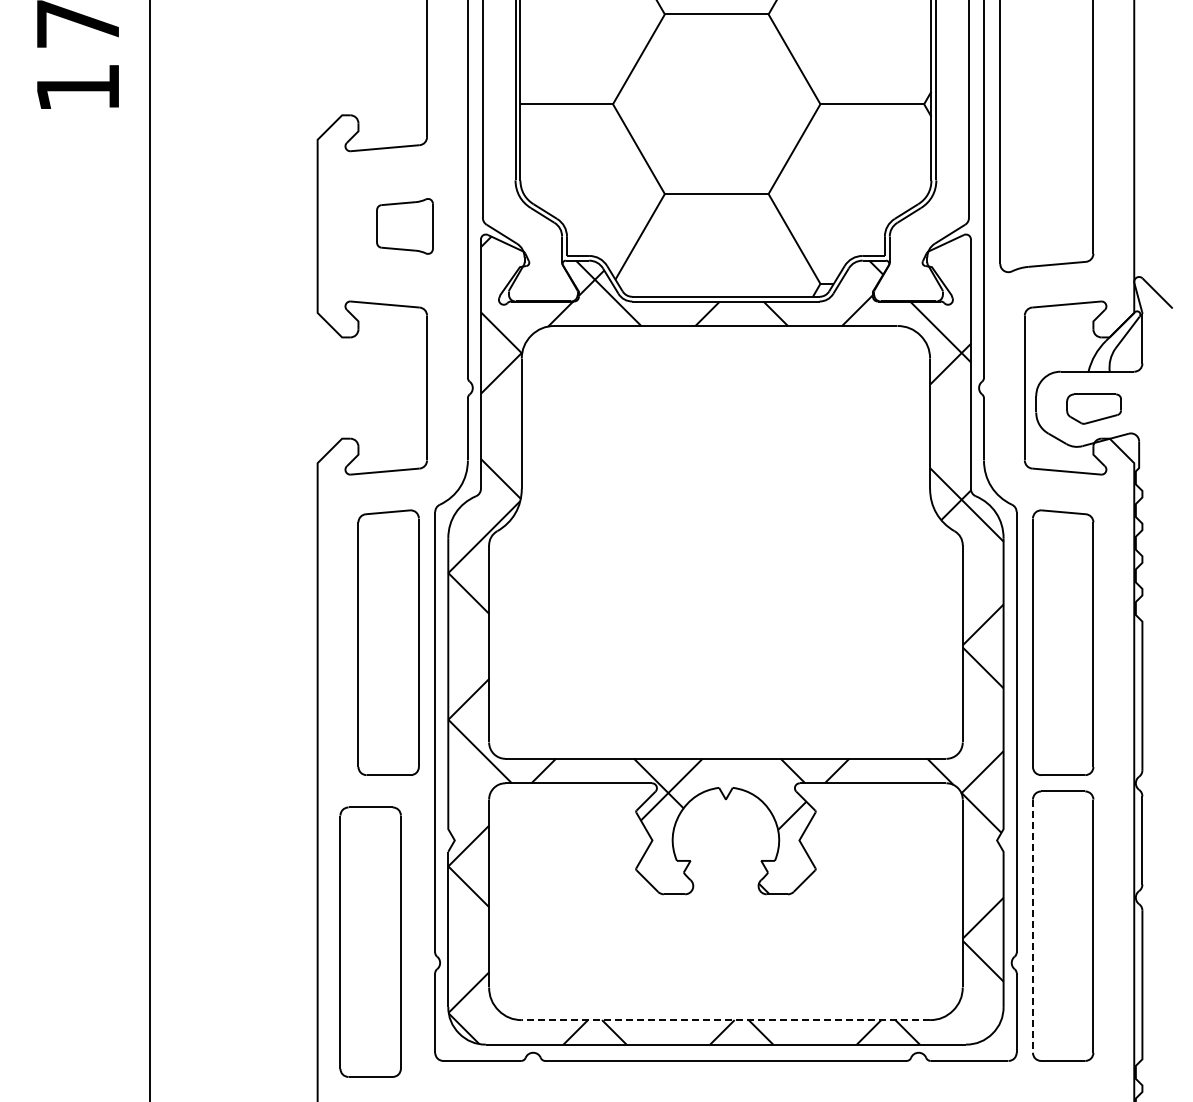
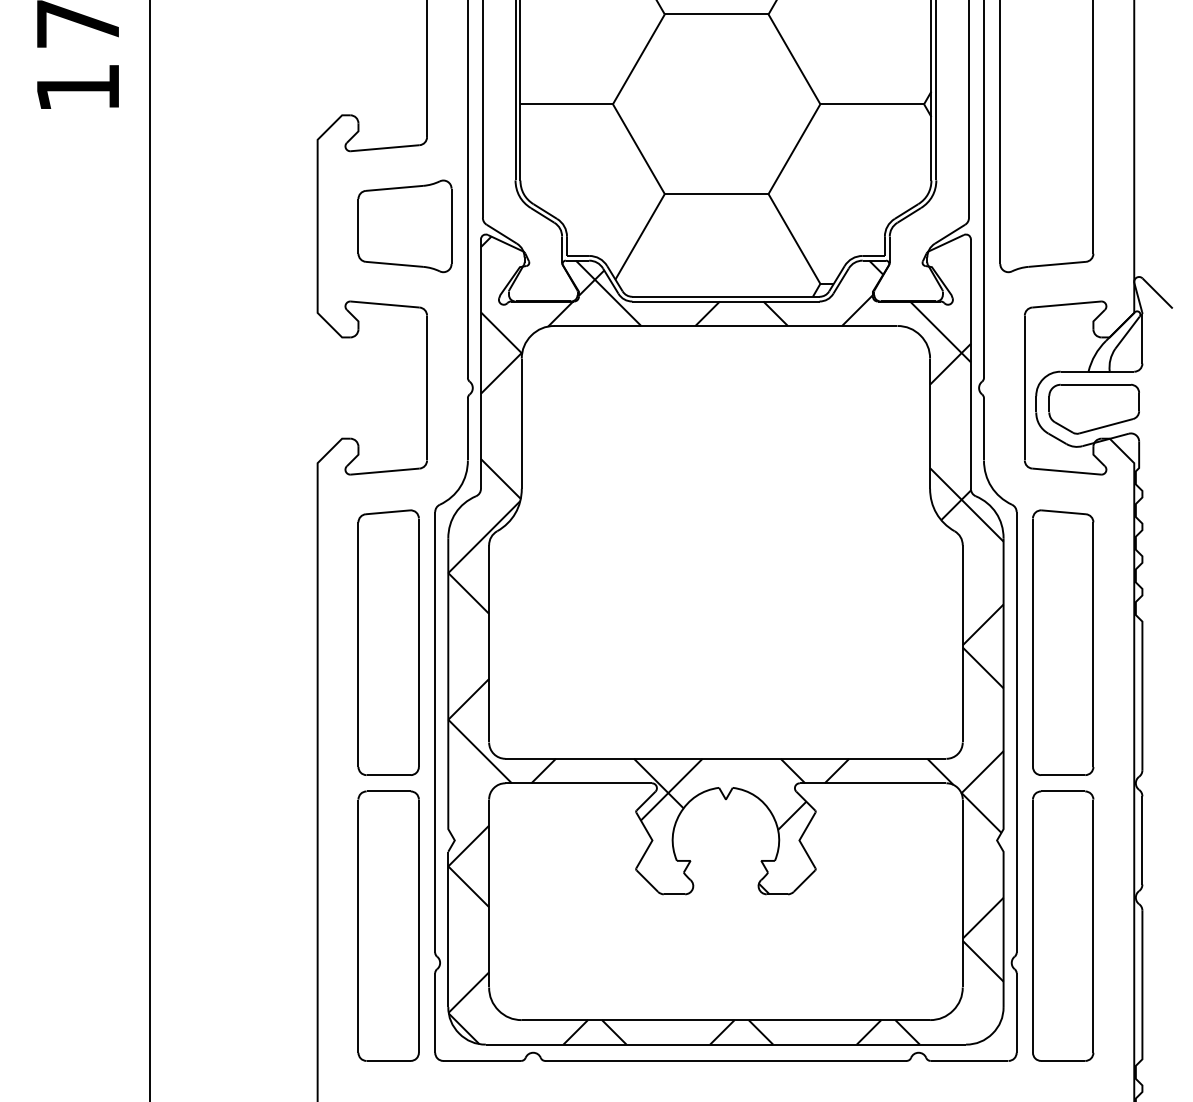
part at (404, 226) size: 58x57 px -> 96x95 px
part at (1093, 408) size: 56x32 px -> 92x52 px
line at (1032, 926): dashed -> solid
part at (370, 941) position: (370, 941) -> (388, 925)
line at (725, 1020): dashed -> solid
